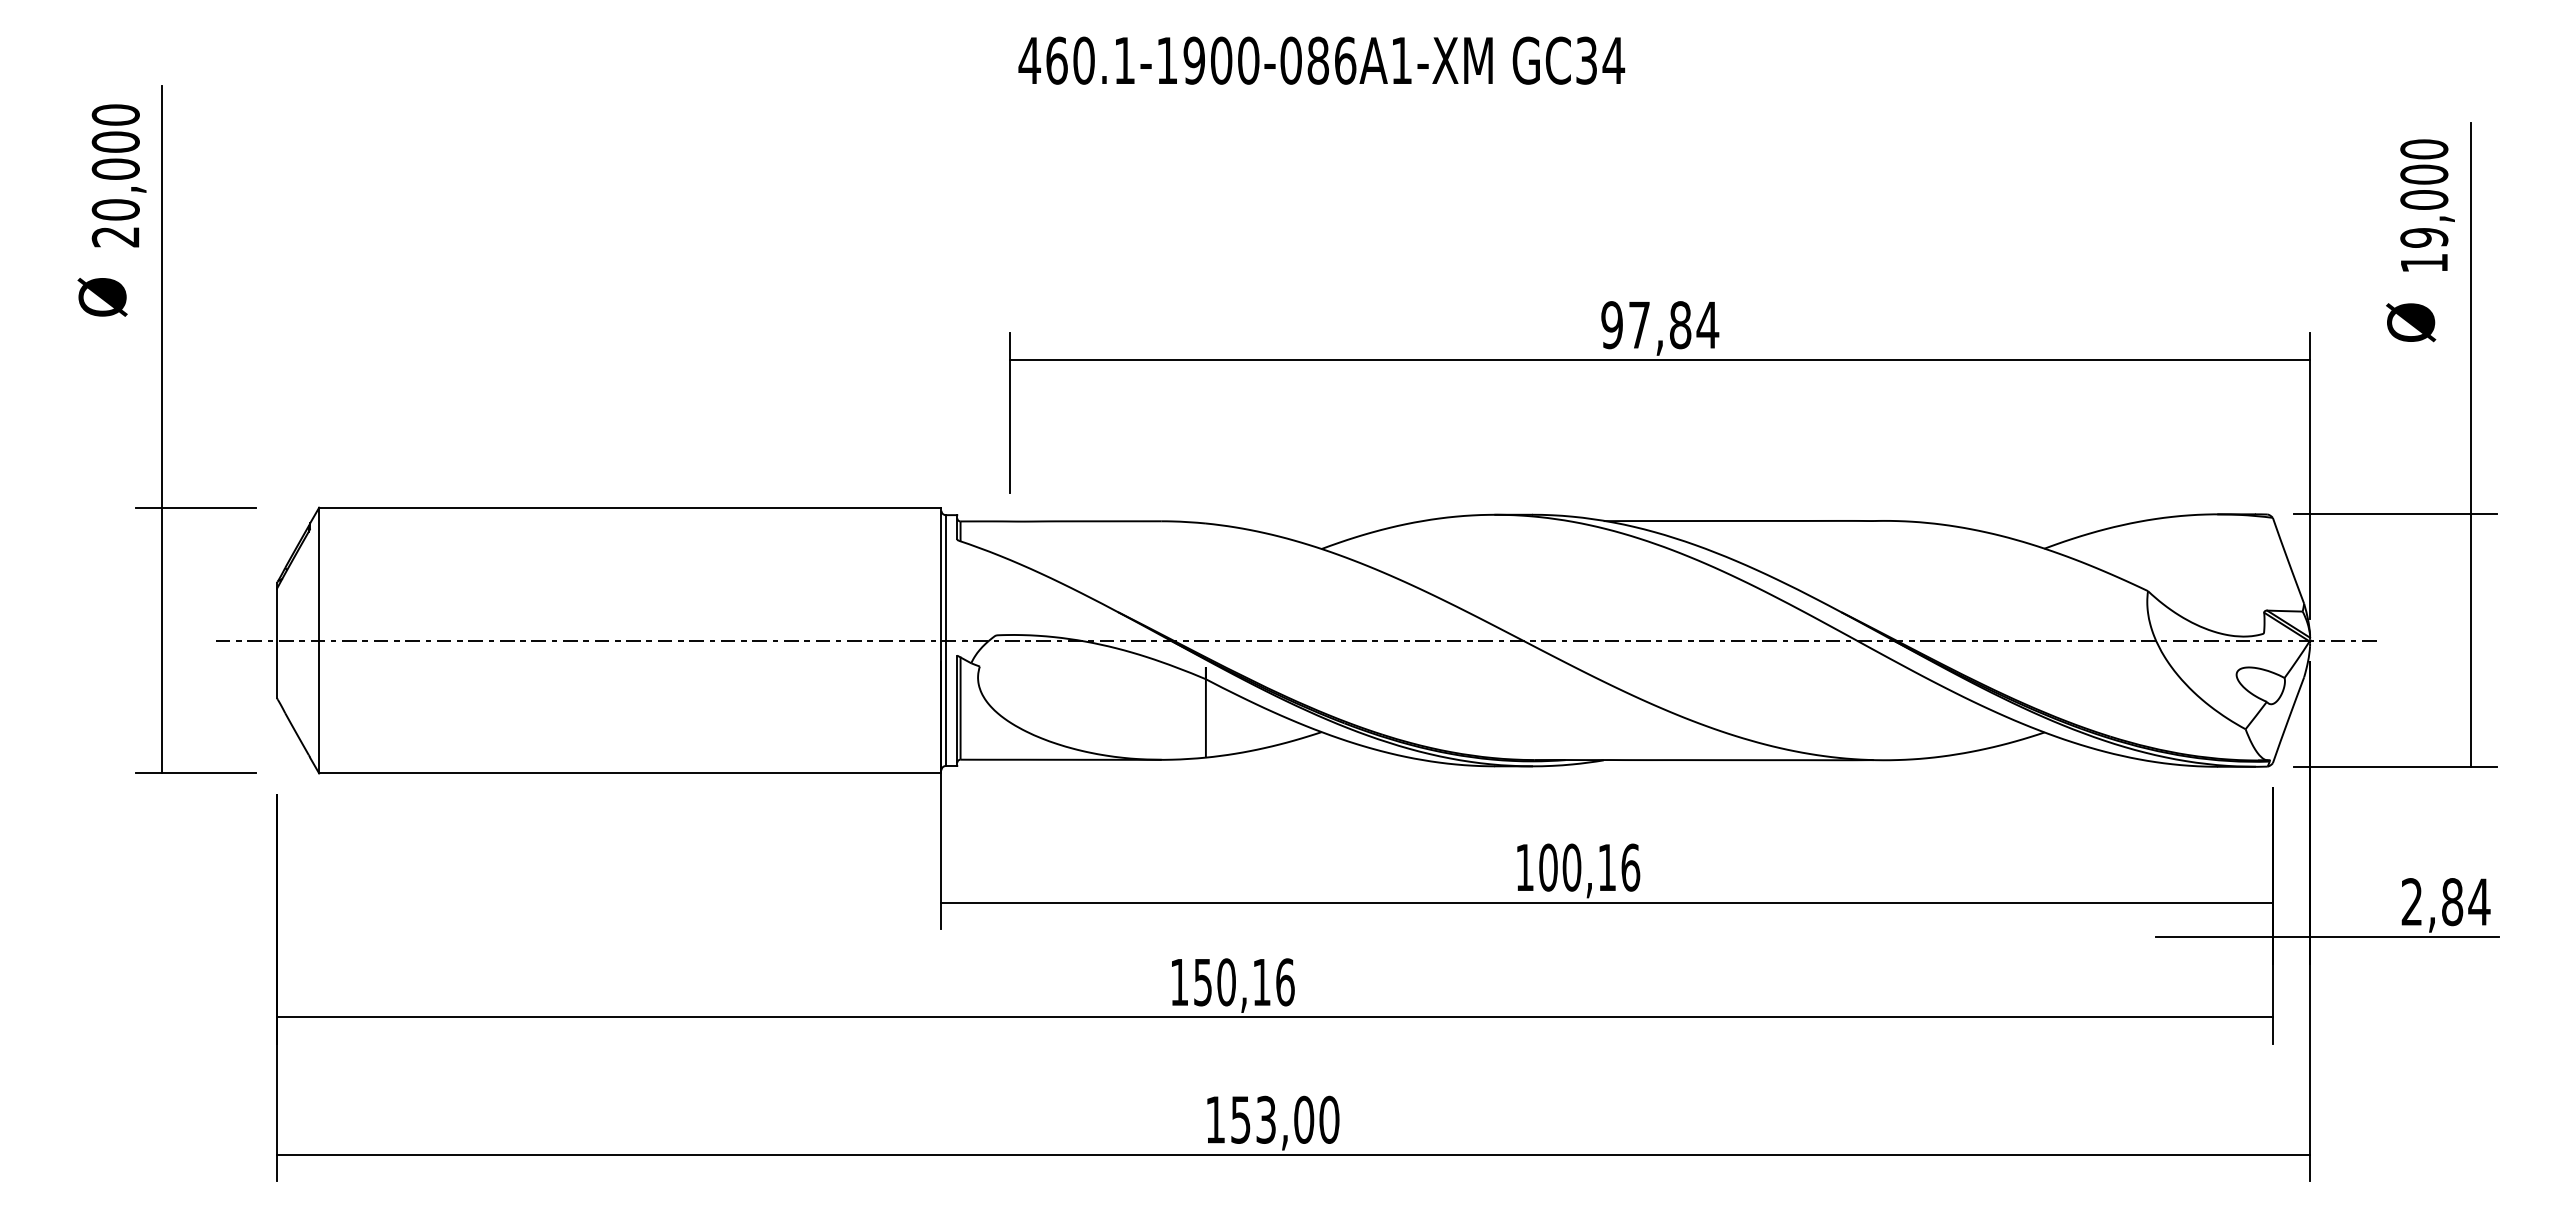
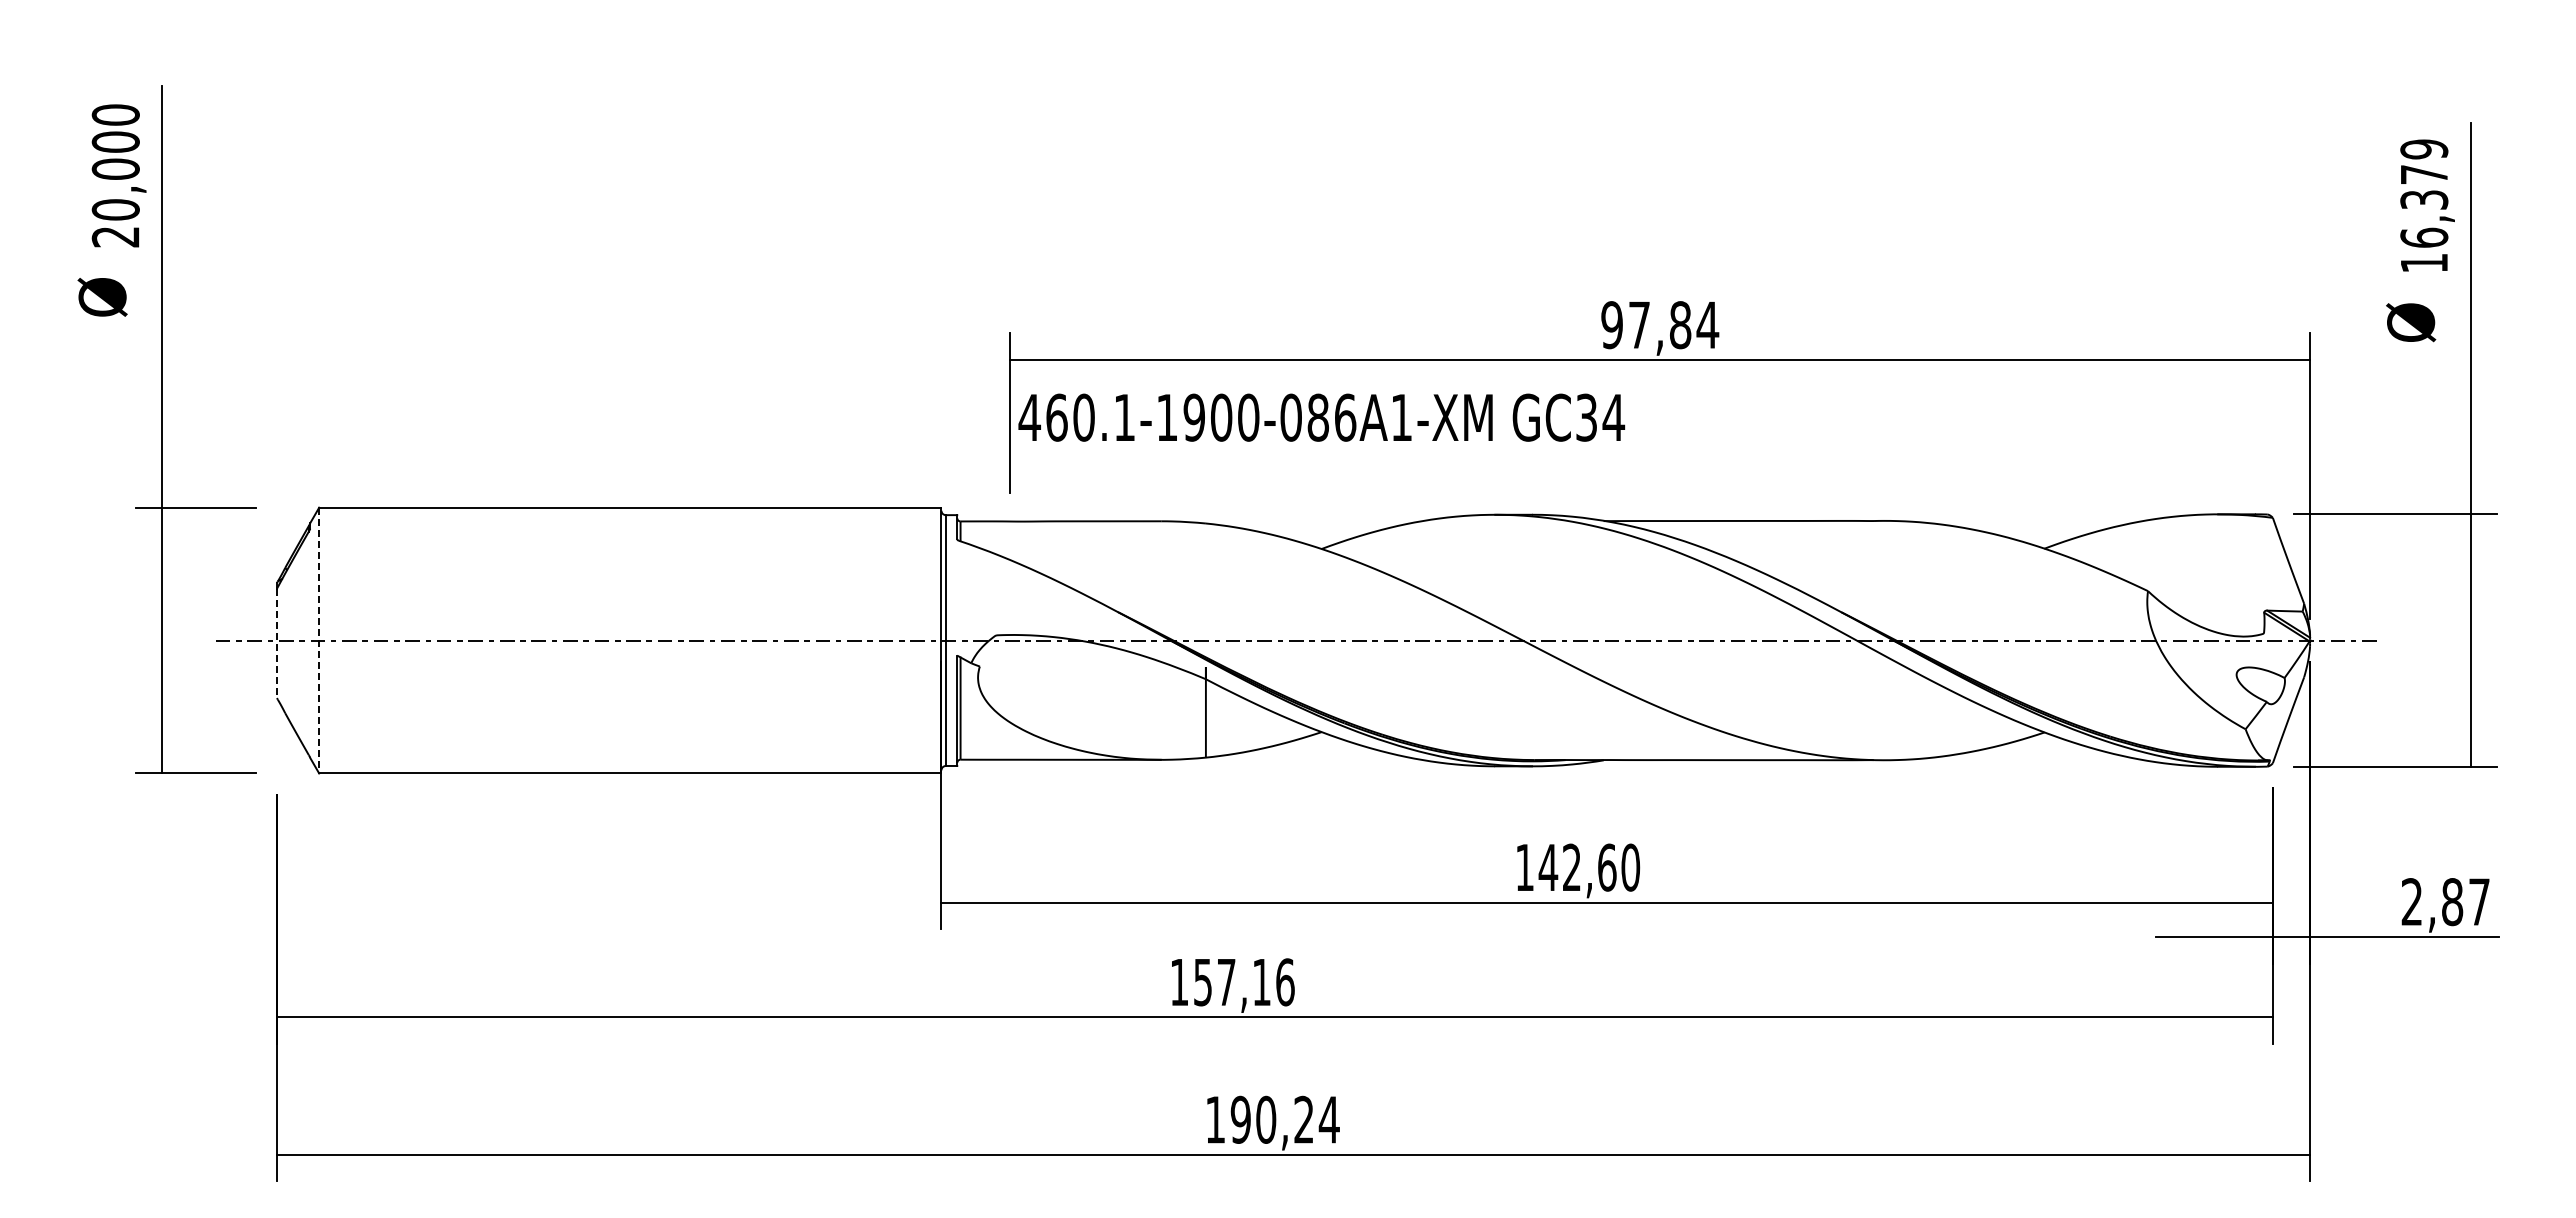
text at (1321, 60) position: (1321, 60) -> (1321, 417)
text at (2424, 193): 19,000 -> 16,379
line at (319, 640): solid -> dashed
line at (276, 643): solid -> dashed
text at (1589, 867): 100,16 -> 142,60
text at (2479, 901): 2,84 -> 2,87
text at (1226, 982): 150,16 -> 157,16
text at (1284, 1119): 153,00 -> 190,24
